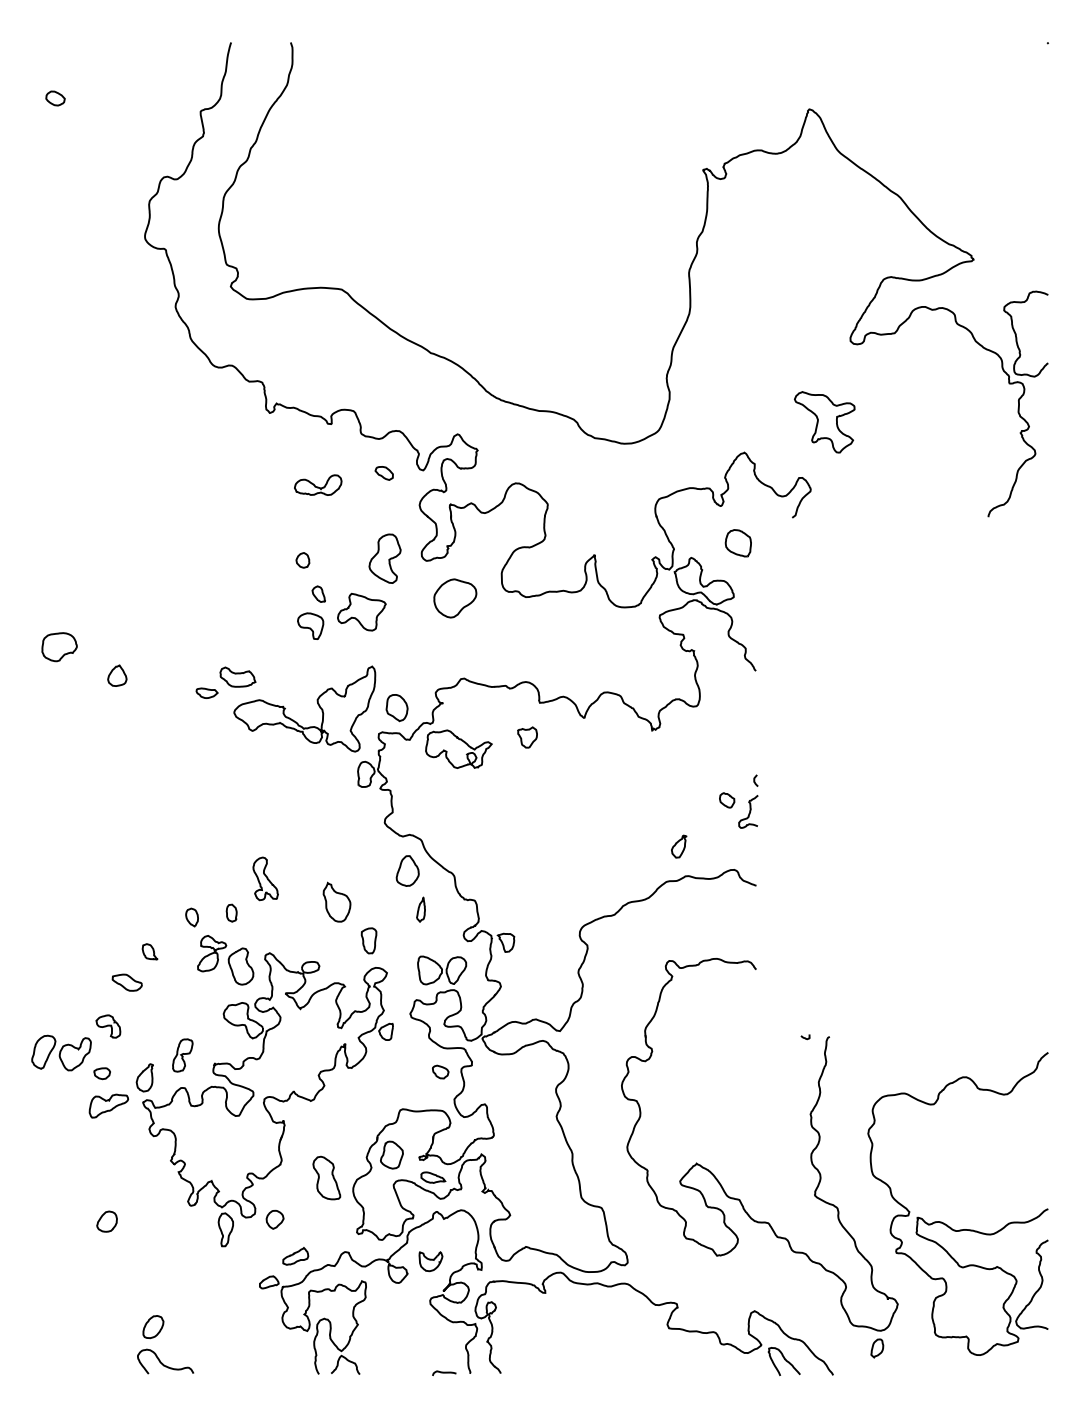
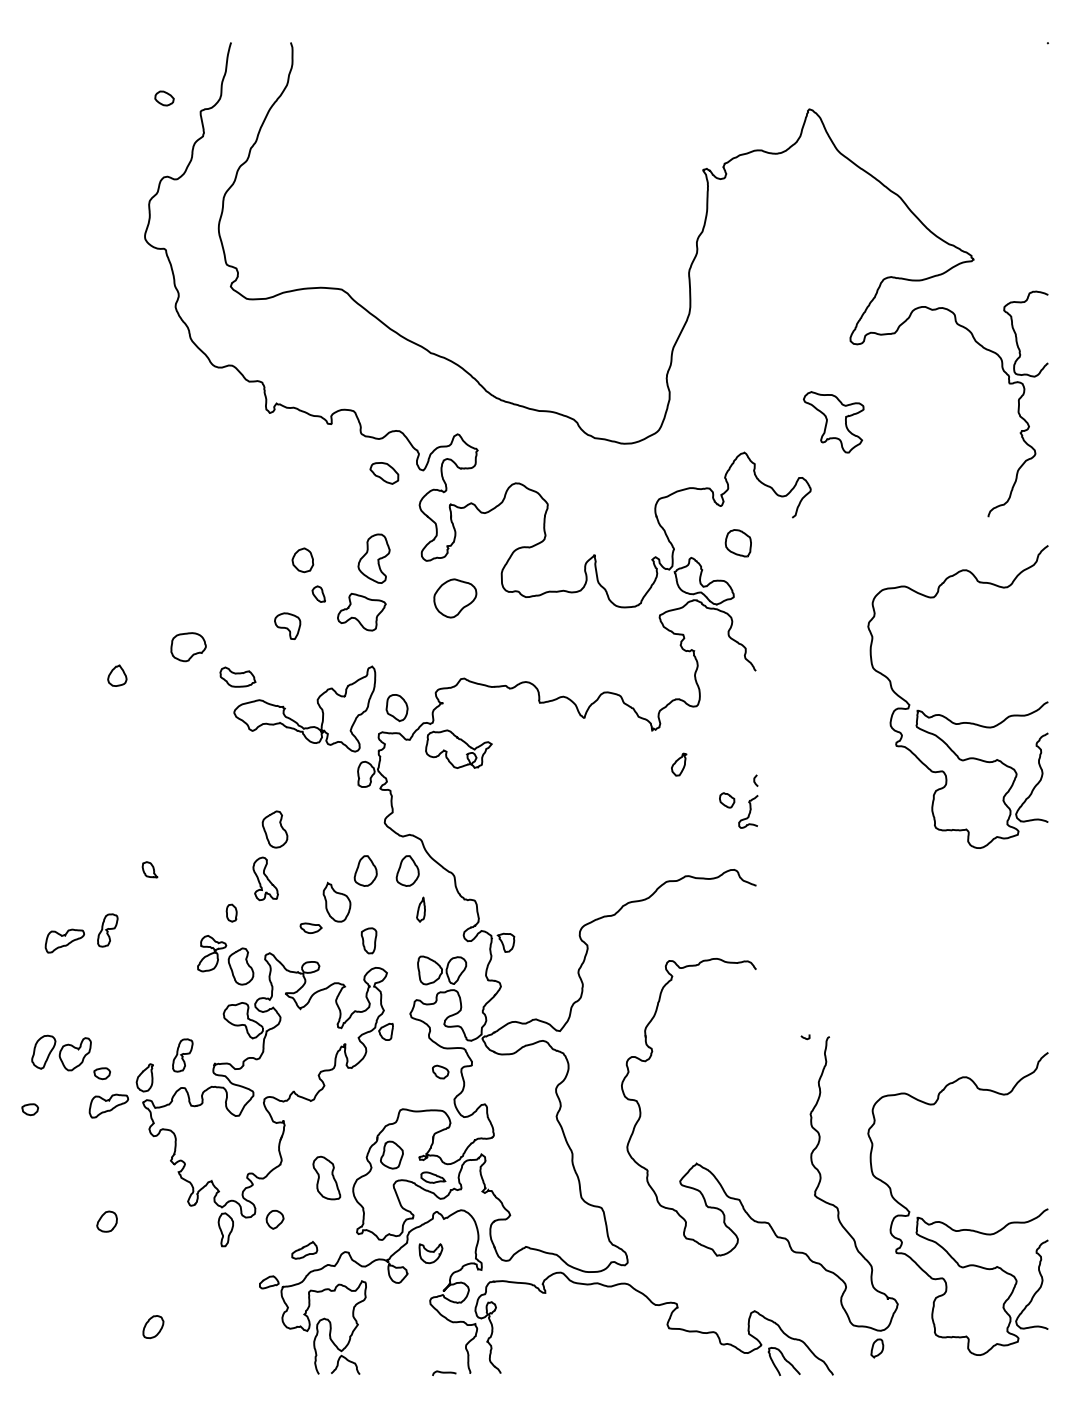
part at (55, 98) position: (55, 98) -> (164, 98)
part at (824, 422) position: (824, 422) -> (833, 422)
part at (383, 473) size: 20x15 px -> 31x23 px
part at (318, 484): present -> none
part at (384, 558) position: (384, 558) -> (373, 558)
part at (302, 560) size: 16x17 px -> 24x27 px
part at (310, 625) position: (310, 625) -> (287, 625)
part at (59, 647) position: (59, 647) -> (188, 647)
part at (206, 692) position: (206, 692) -> (310, 927)
part at (947, 717): none -> present
part at (527, 737): present -> none
part at (274, 829): none -> present
part at (679, 846) position: (679, 846) -> (679, 764)
part at (365, 870): none -> present
part at (191, 917): present -> none
part at (107, 930): none -> present
part at (64, 940): none -> present
part at (149, 951) position: (149, 951) -> (149, 869)
part at (126, 982): present -> none
part at (108, 1026): present -> none
part at (29, 1109): none -> present
part at (295, 1256) position: (295, 1256) -> (304, 1250)
part at (430, 1261) position: (430, 1261) -> (430, 1253)
curve at (163, 1363): present -> none
